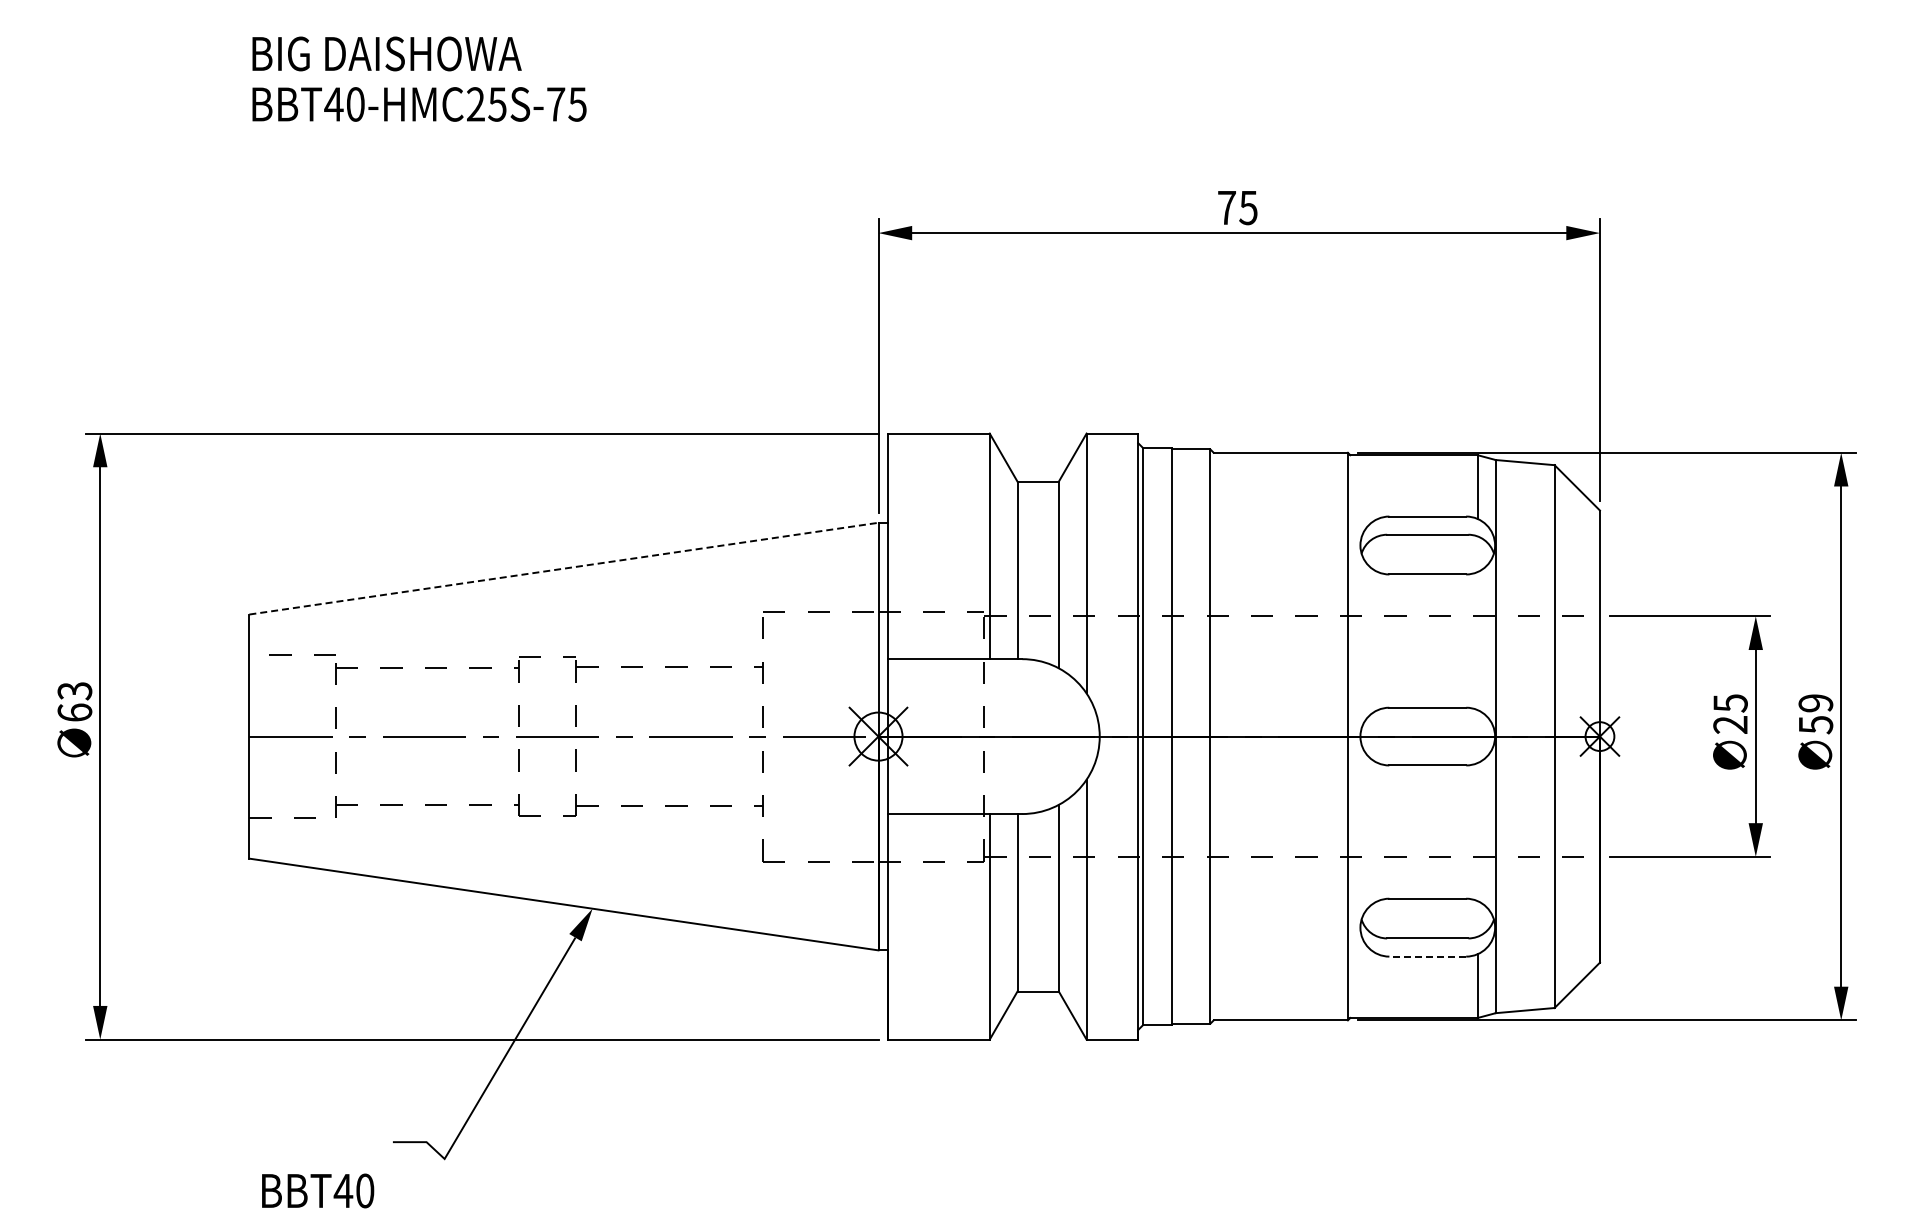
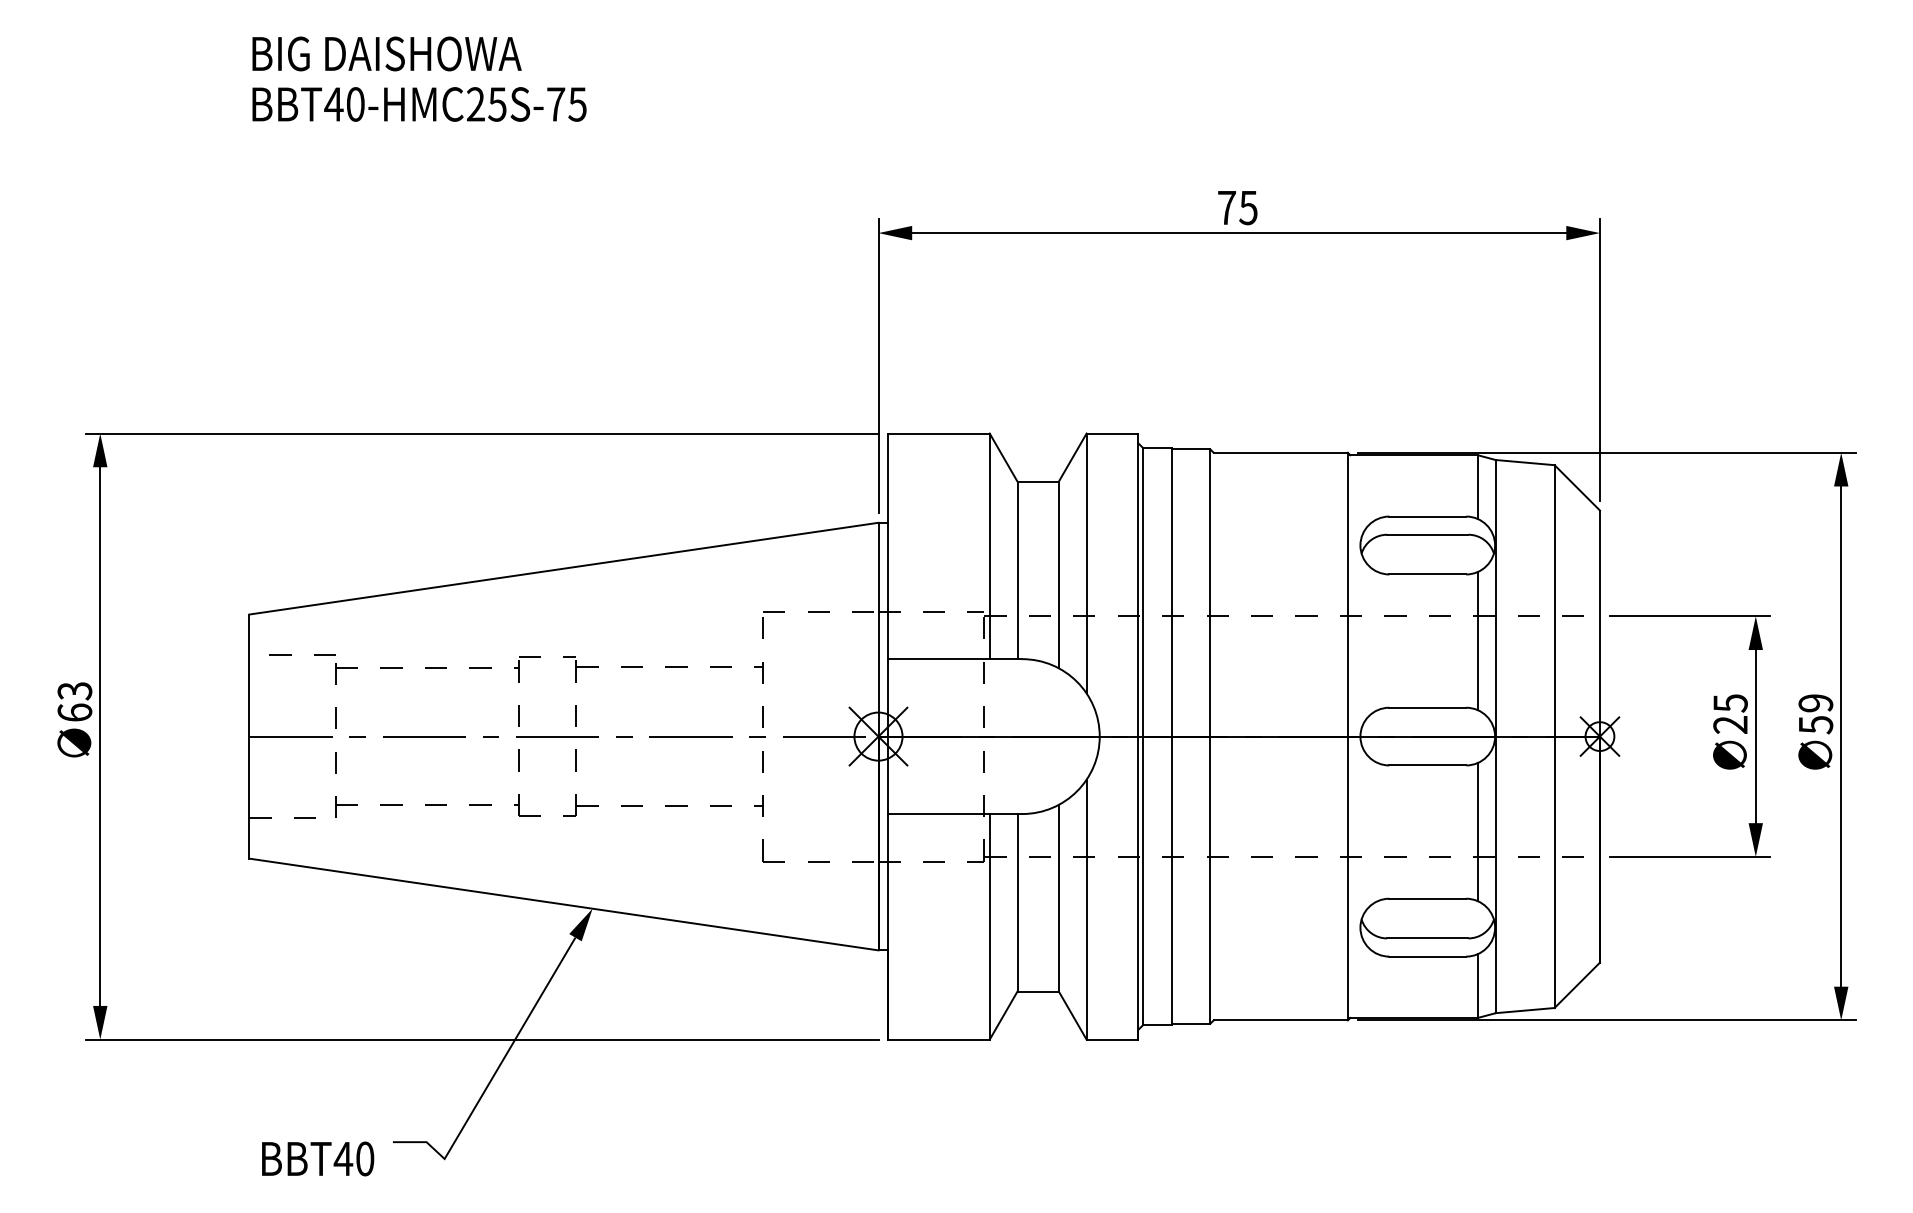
line at (563, 568): dashed -> solid
line at (1477, 641): none -> present
line at (1477, 832): none -> present
line at (1427, 956): dashed -> solid
text at (318, 1190) position: (318, 1190) -> (318, 1158)
